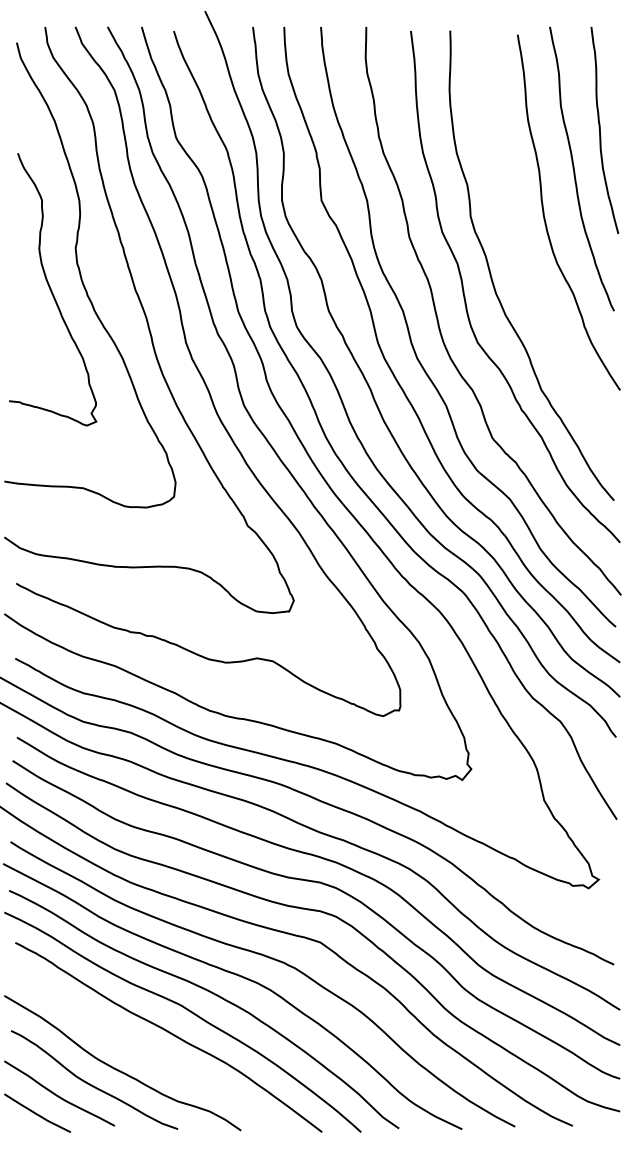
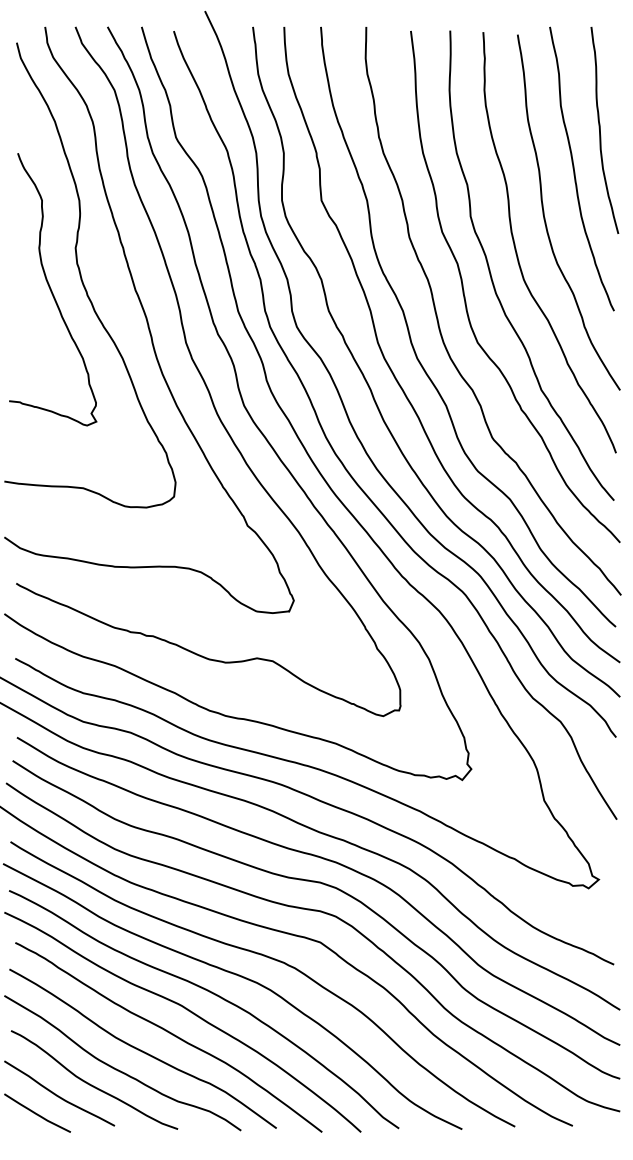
curve at (517, 252): none -> present
curve at (142, 1050): none -> present
